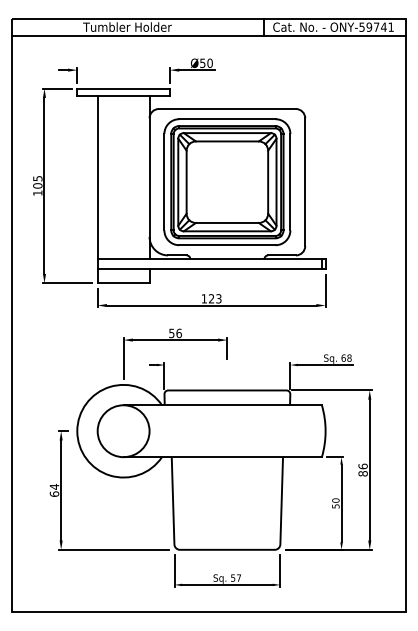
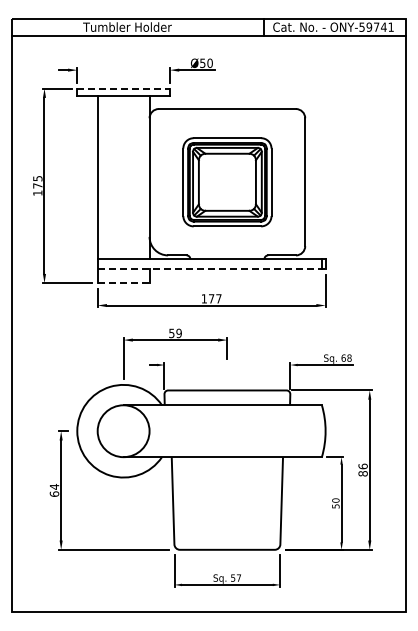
line at (124, 88): solid -> dashed
part at (227, 182) size: 129x129 px -> 91x91 px
text at (37, 185): 105 -> 175
line at (211, 269): solid -> dashed
line at (123, 283): solid -> dashed
text at (215, 298): 123 -> 177
text at (178, 333): 56 -> 59
